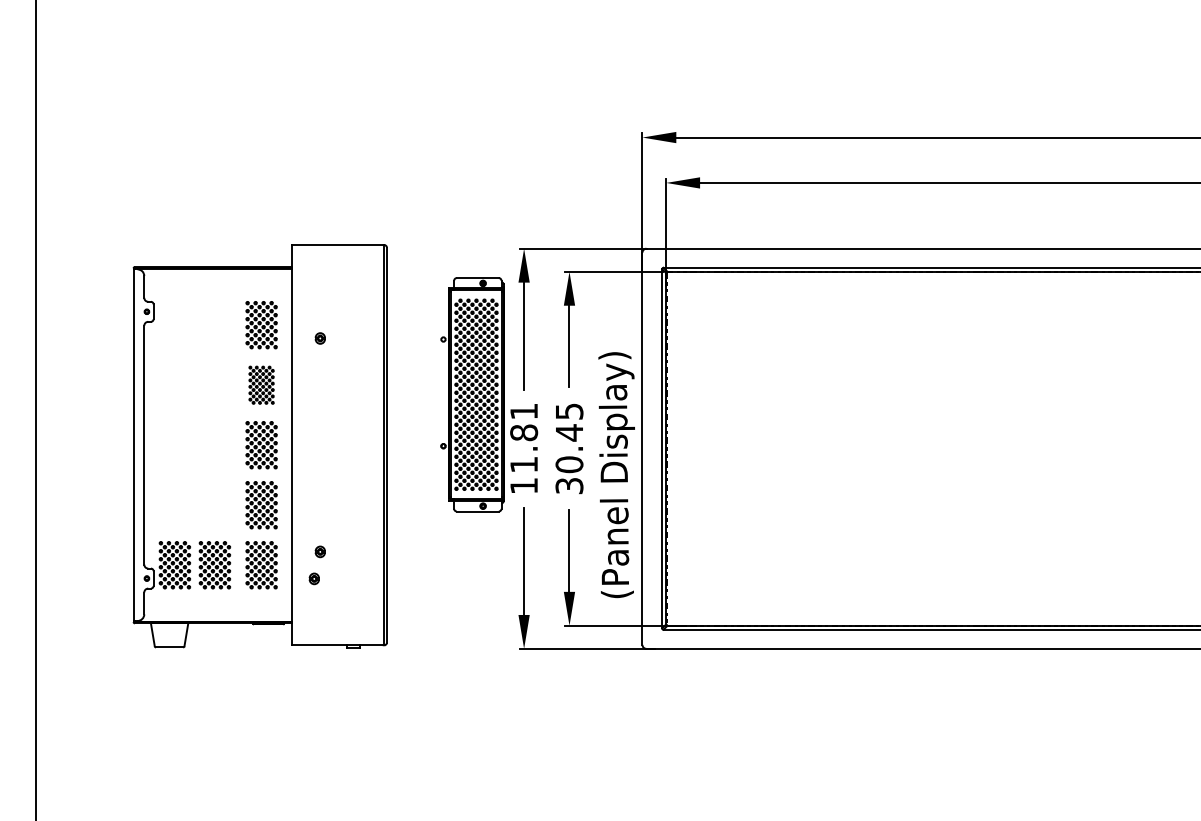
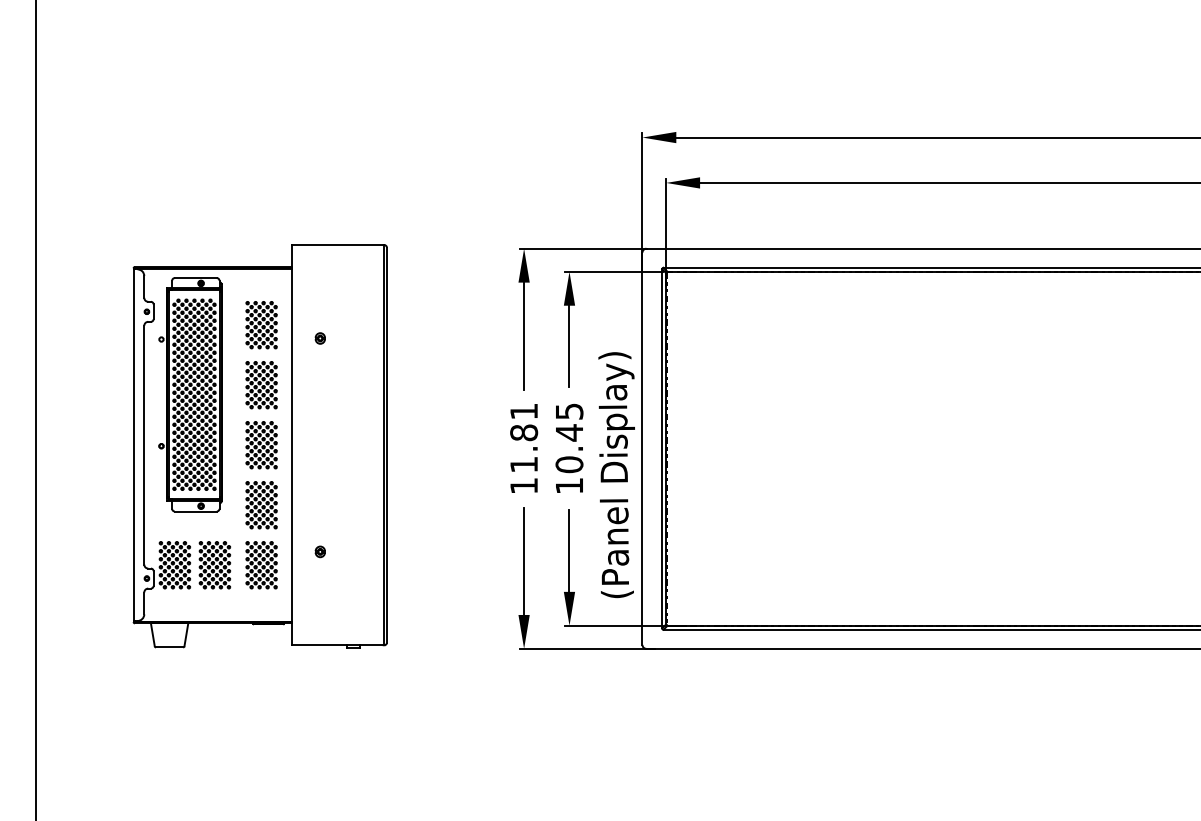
part at (261, 384) size: 27x40 px -> 33x49 px
part at (472, 394) position: (472, 394) -> (190, 394)
text at (569, 486): 30.45 -> 10.45
part at (313, 578): present -> none
